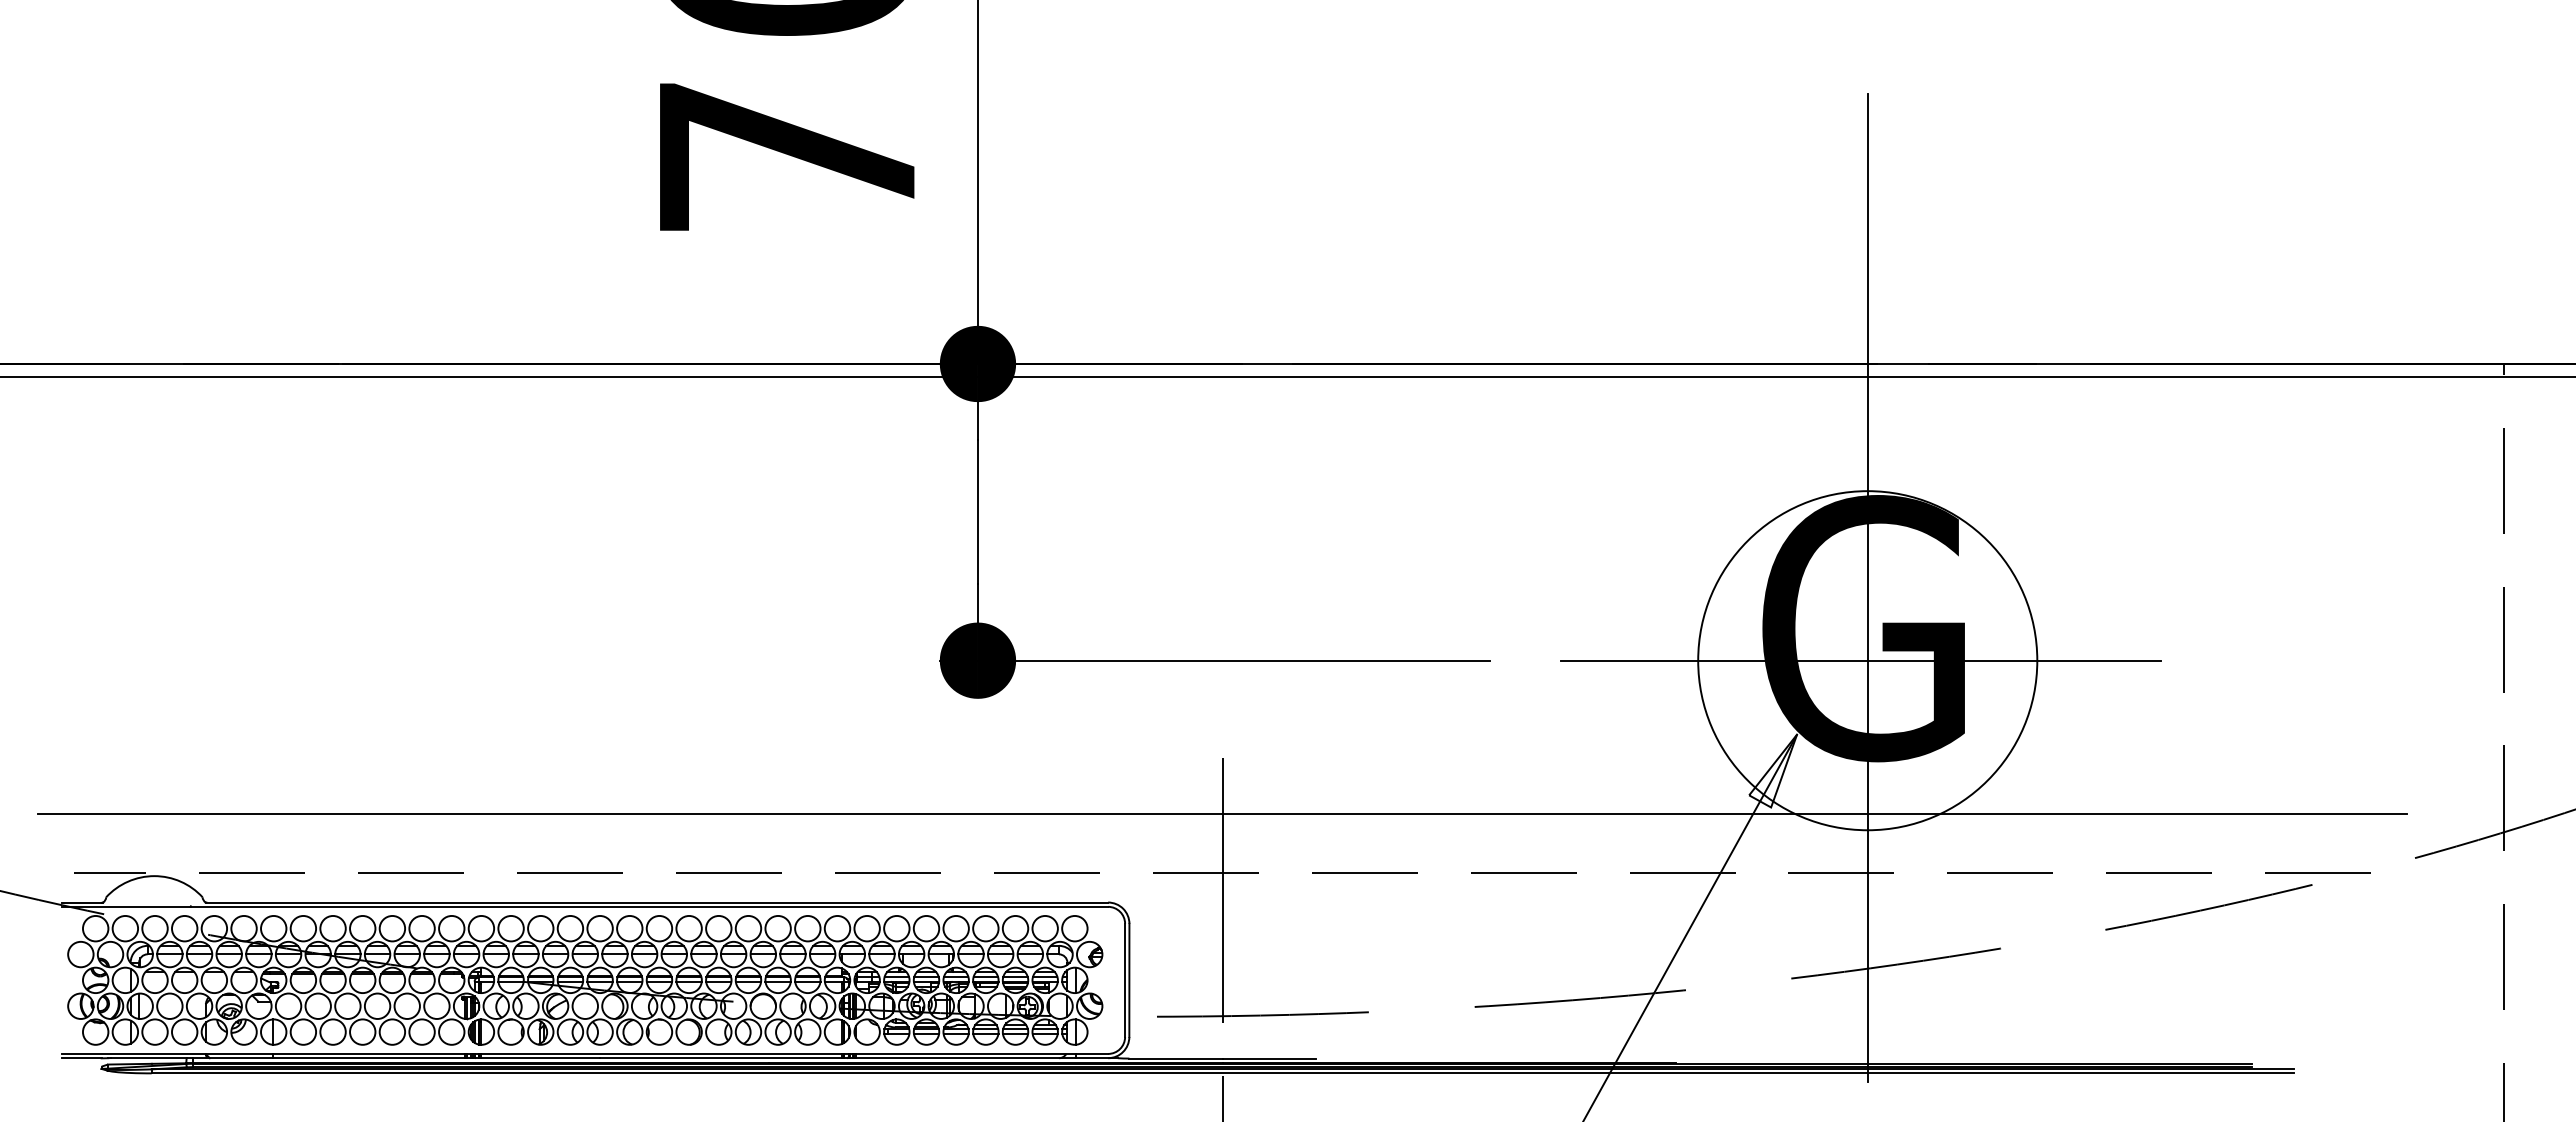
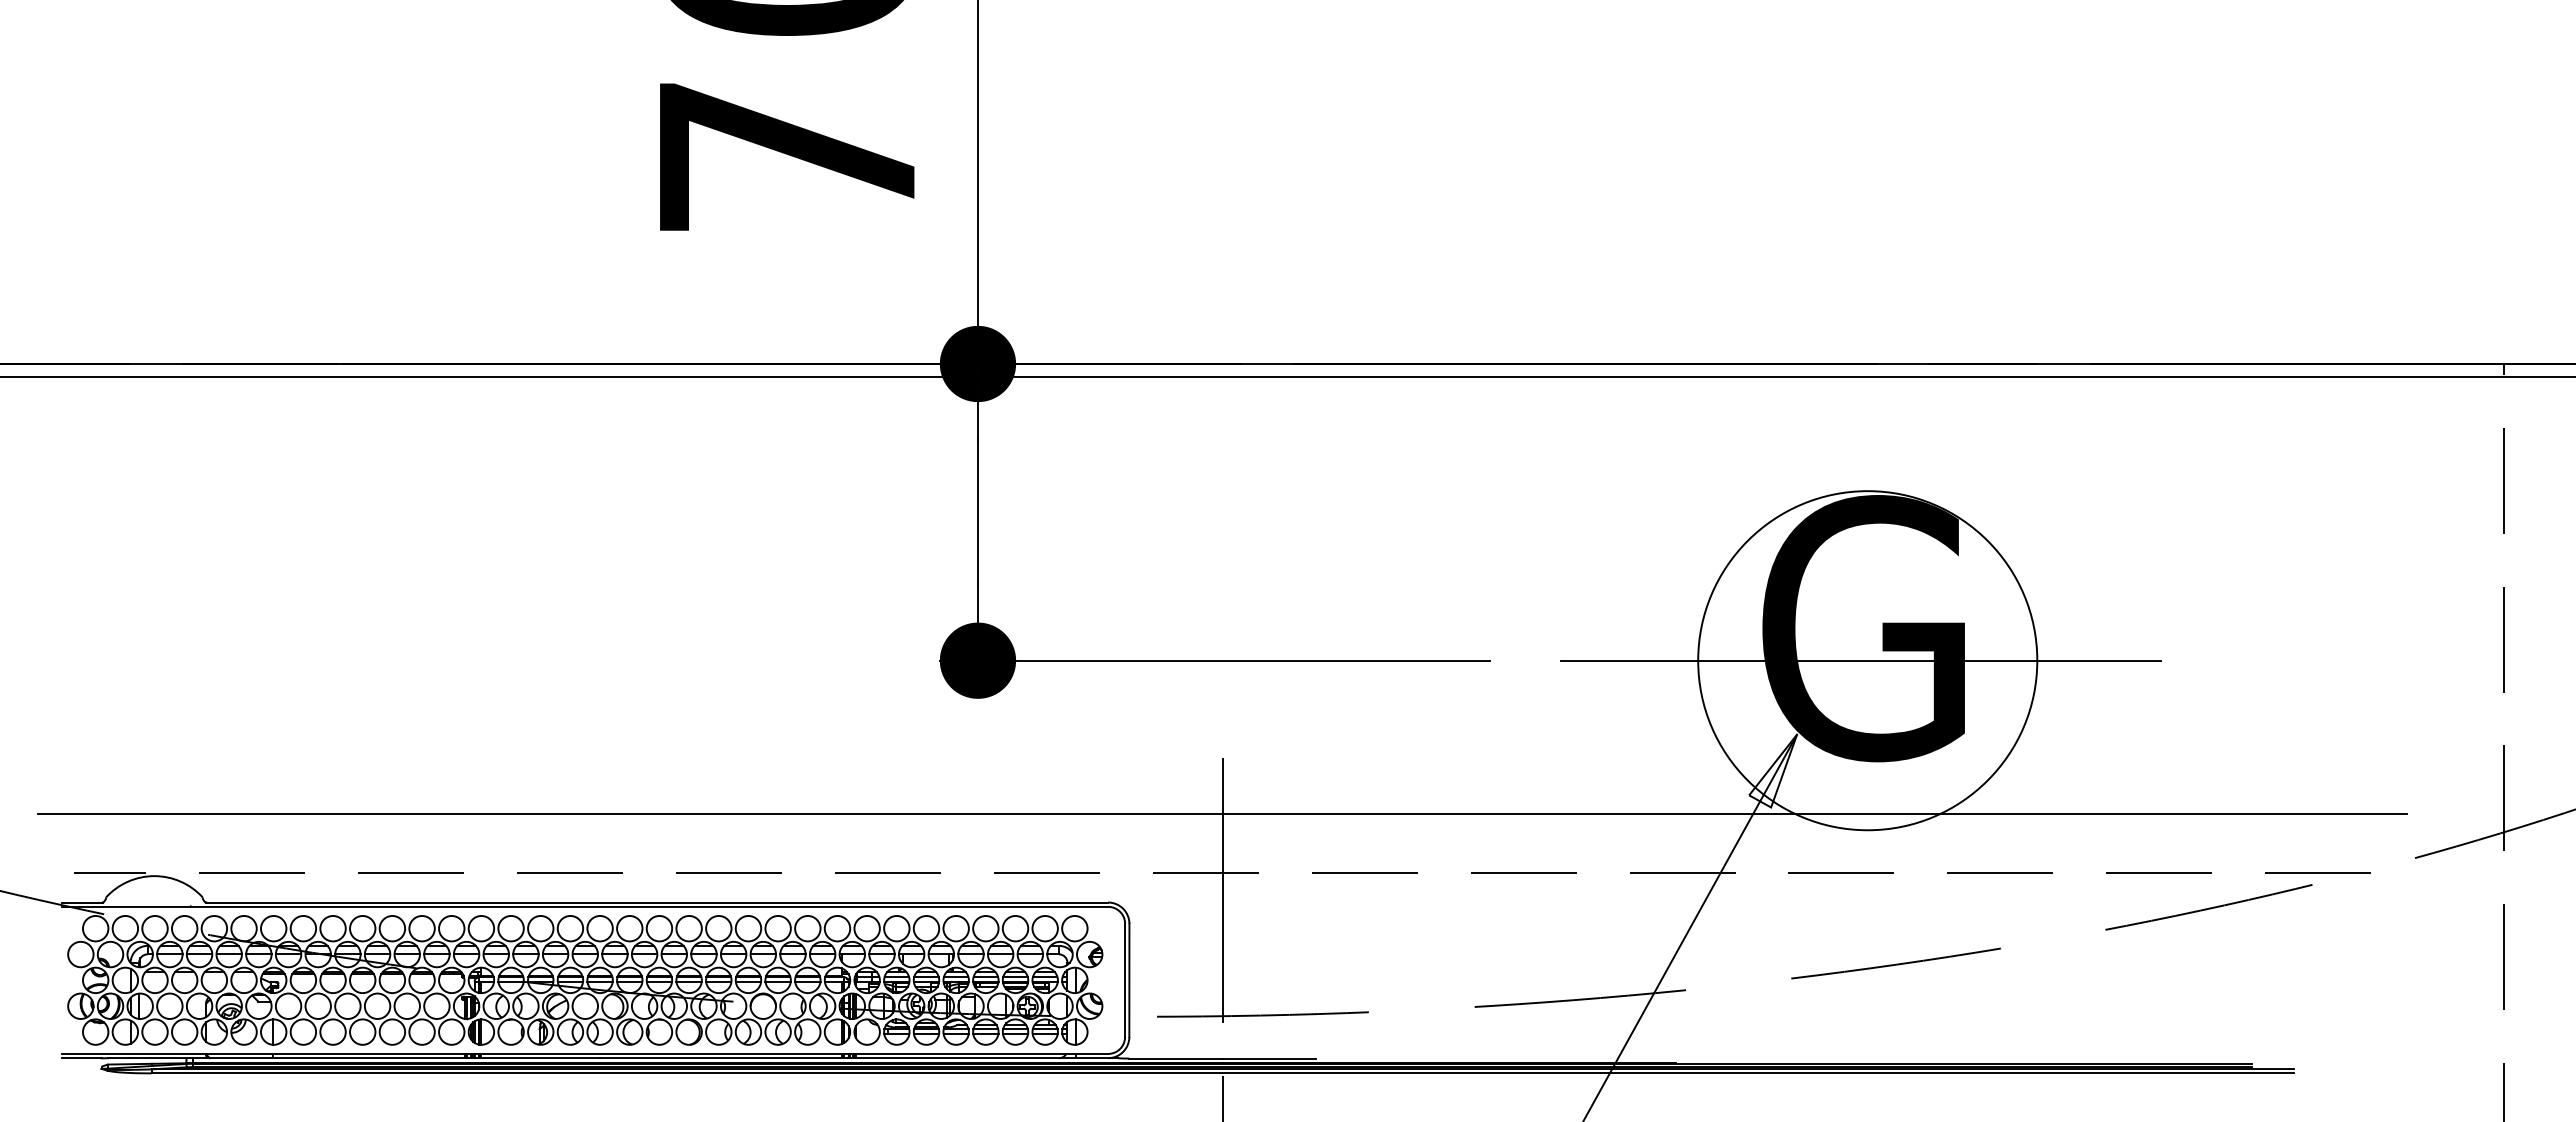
line at (1867, 588): present -> none
